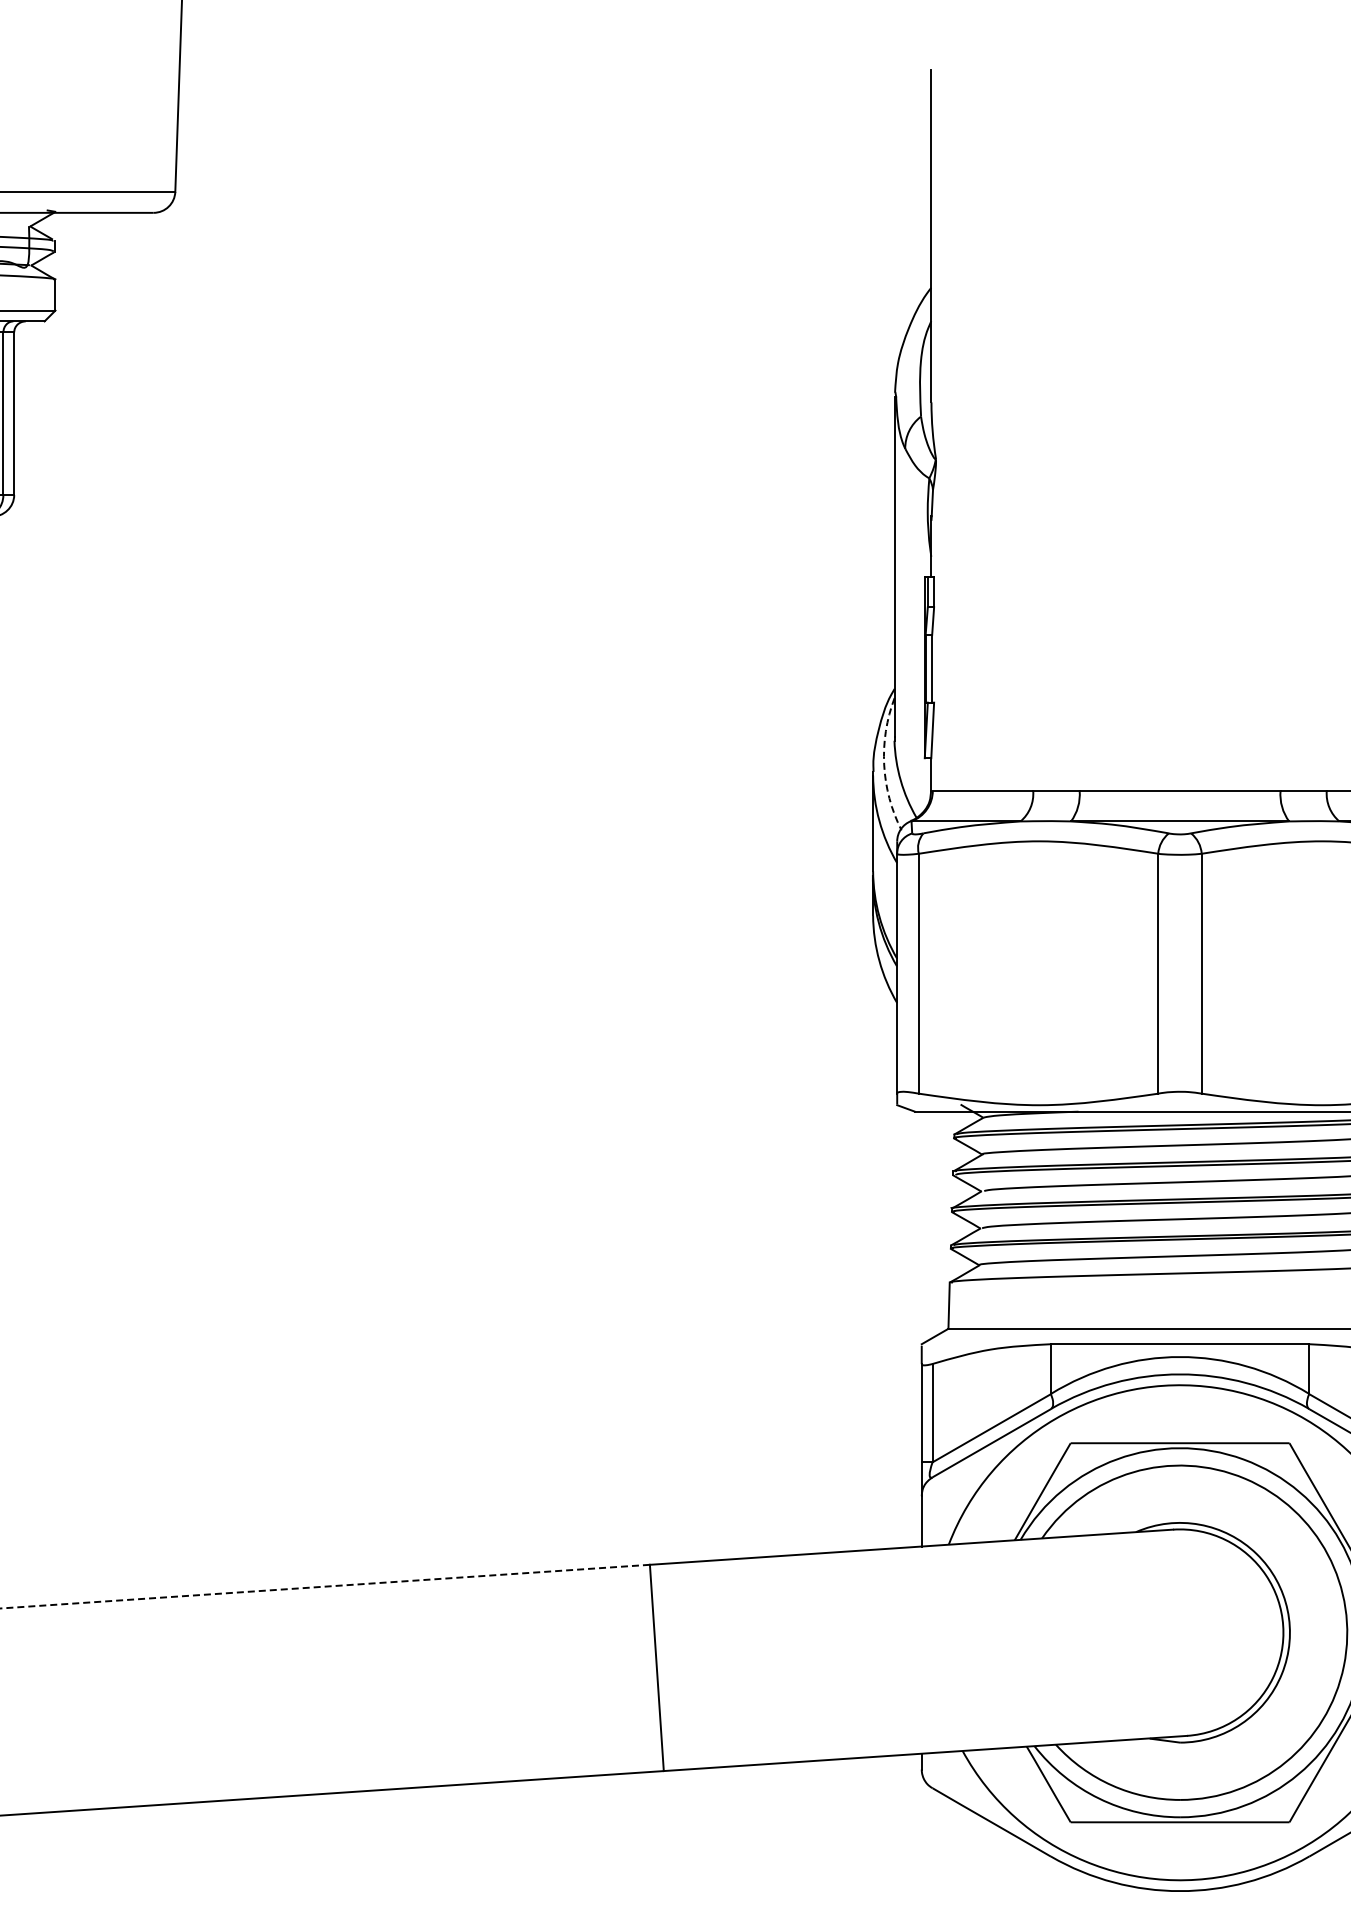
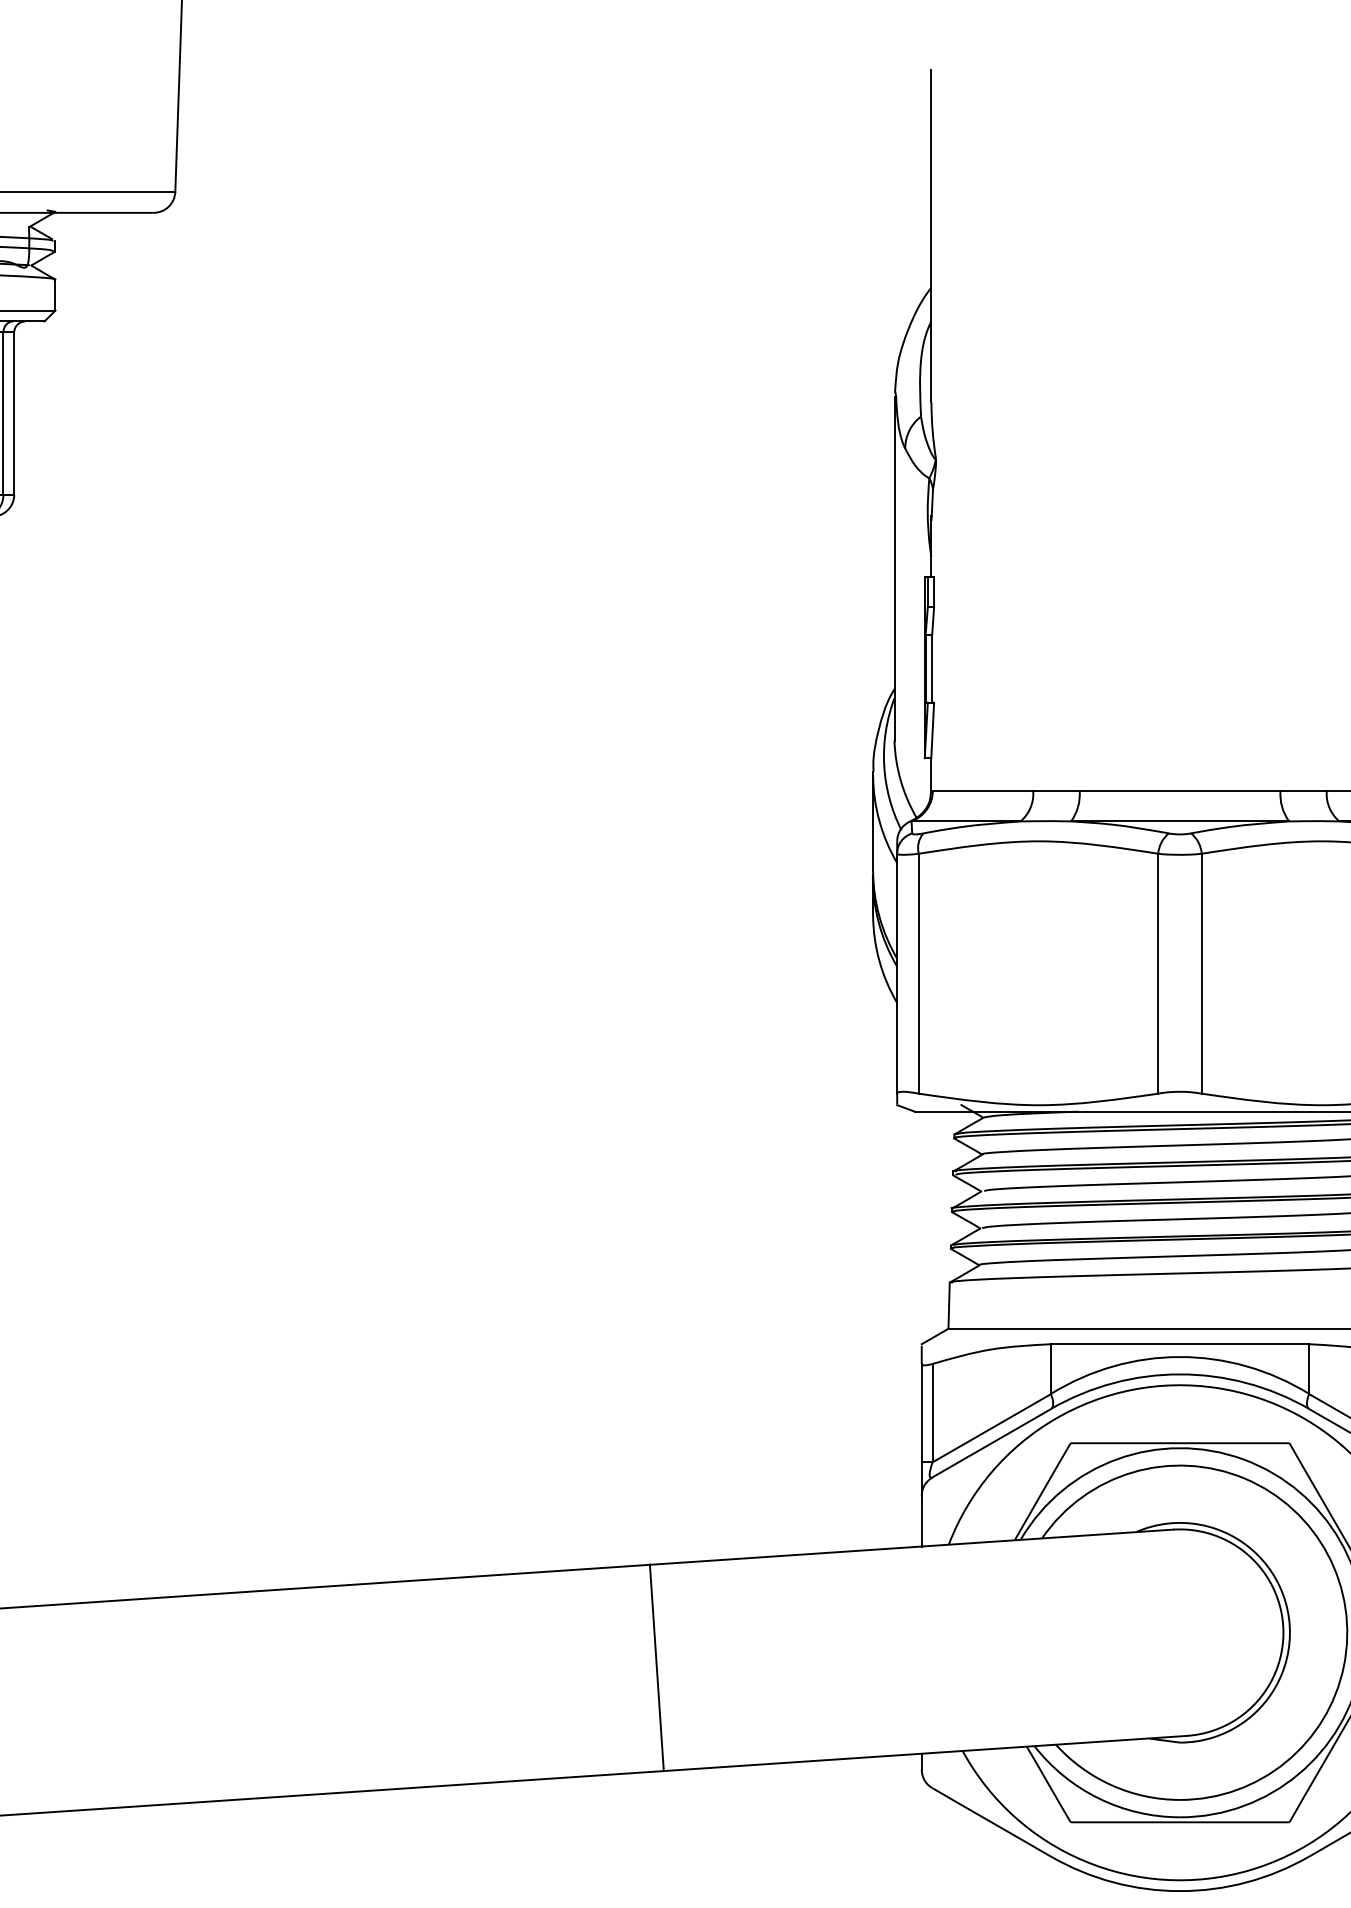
arc at (884, 764): dashed -> solid
line at (324, 1586): dashed -> solid
